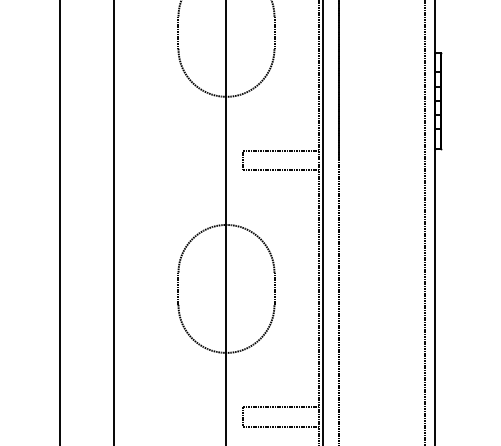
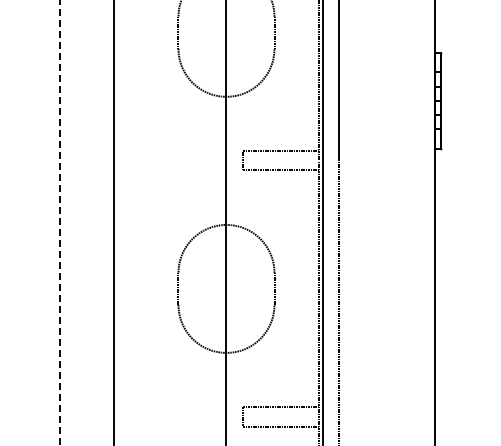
line at (424, 222): present -> none
line at (60, 223): solid -> dashed
